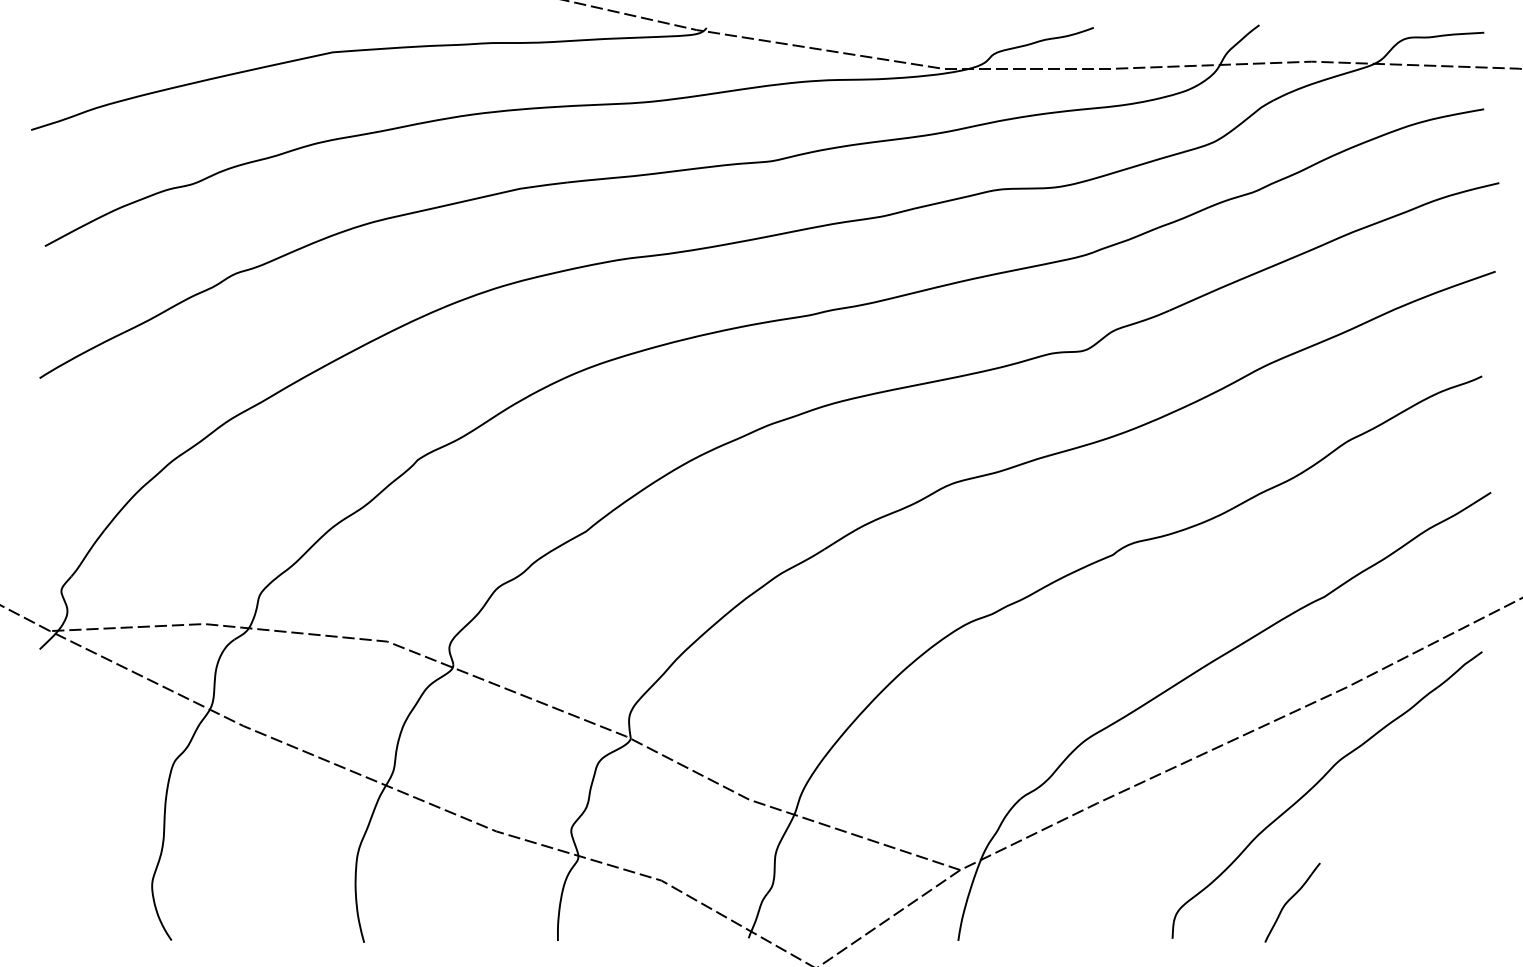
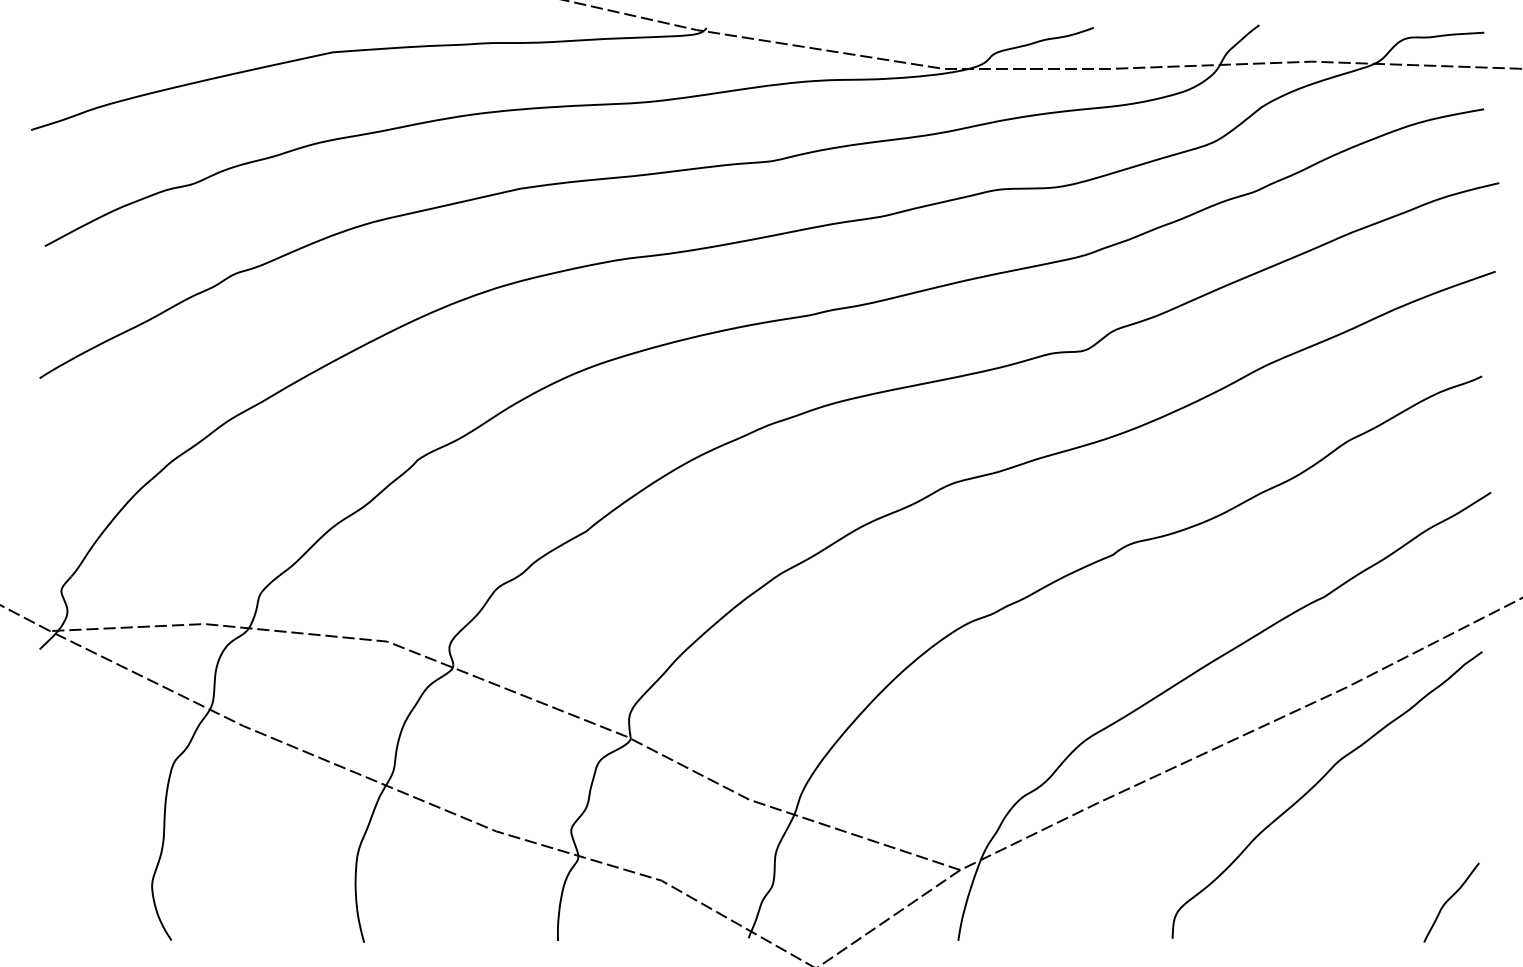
curve at (1290, 900) position: (1290, 900) -> (1449, 900)
